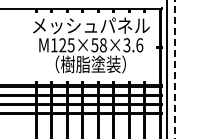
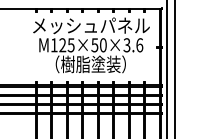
text at (103, 45): M125×58×3.6 -> M125×50×3.6
line at (174, 69): dashed -> solid
